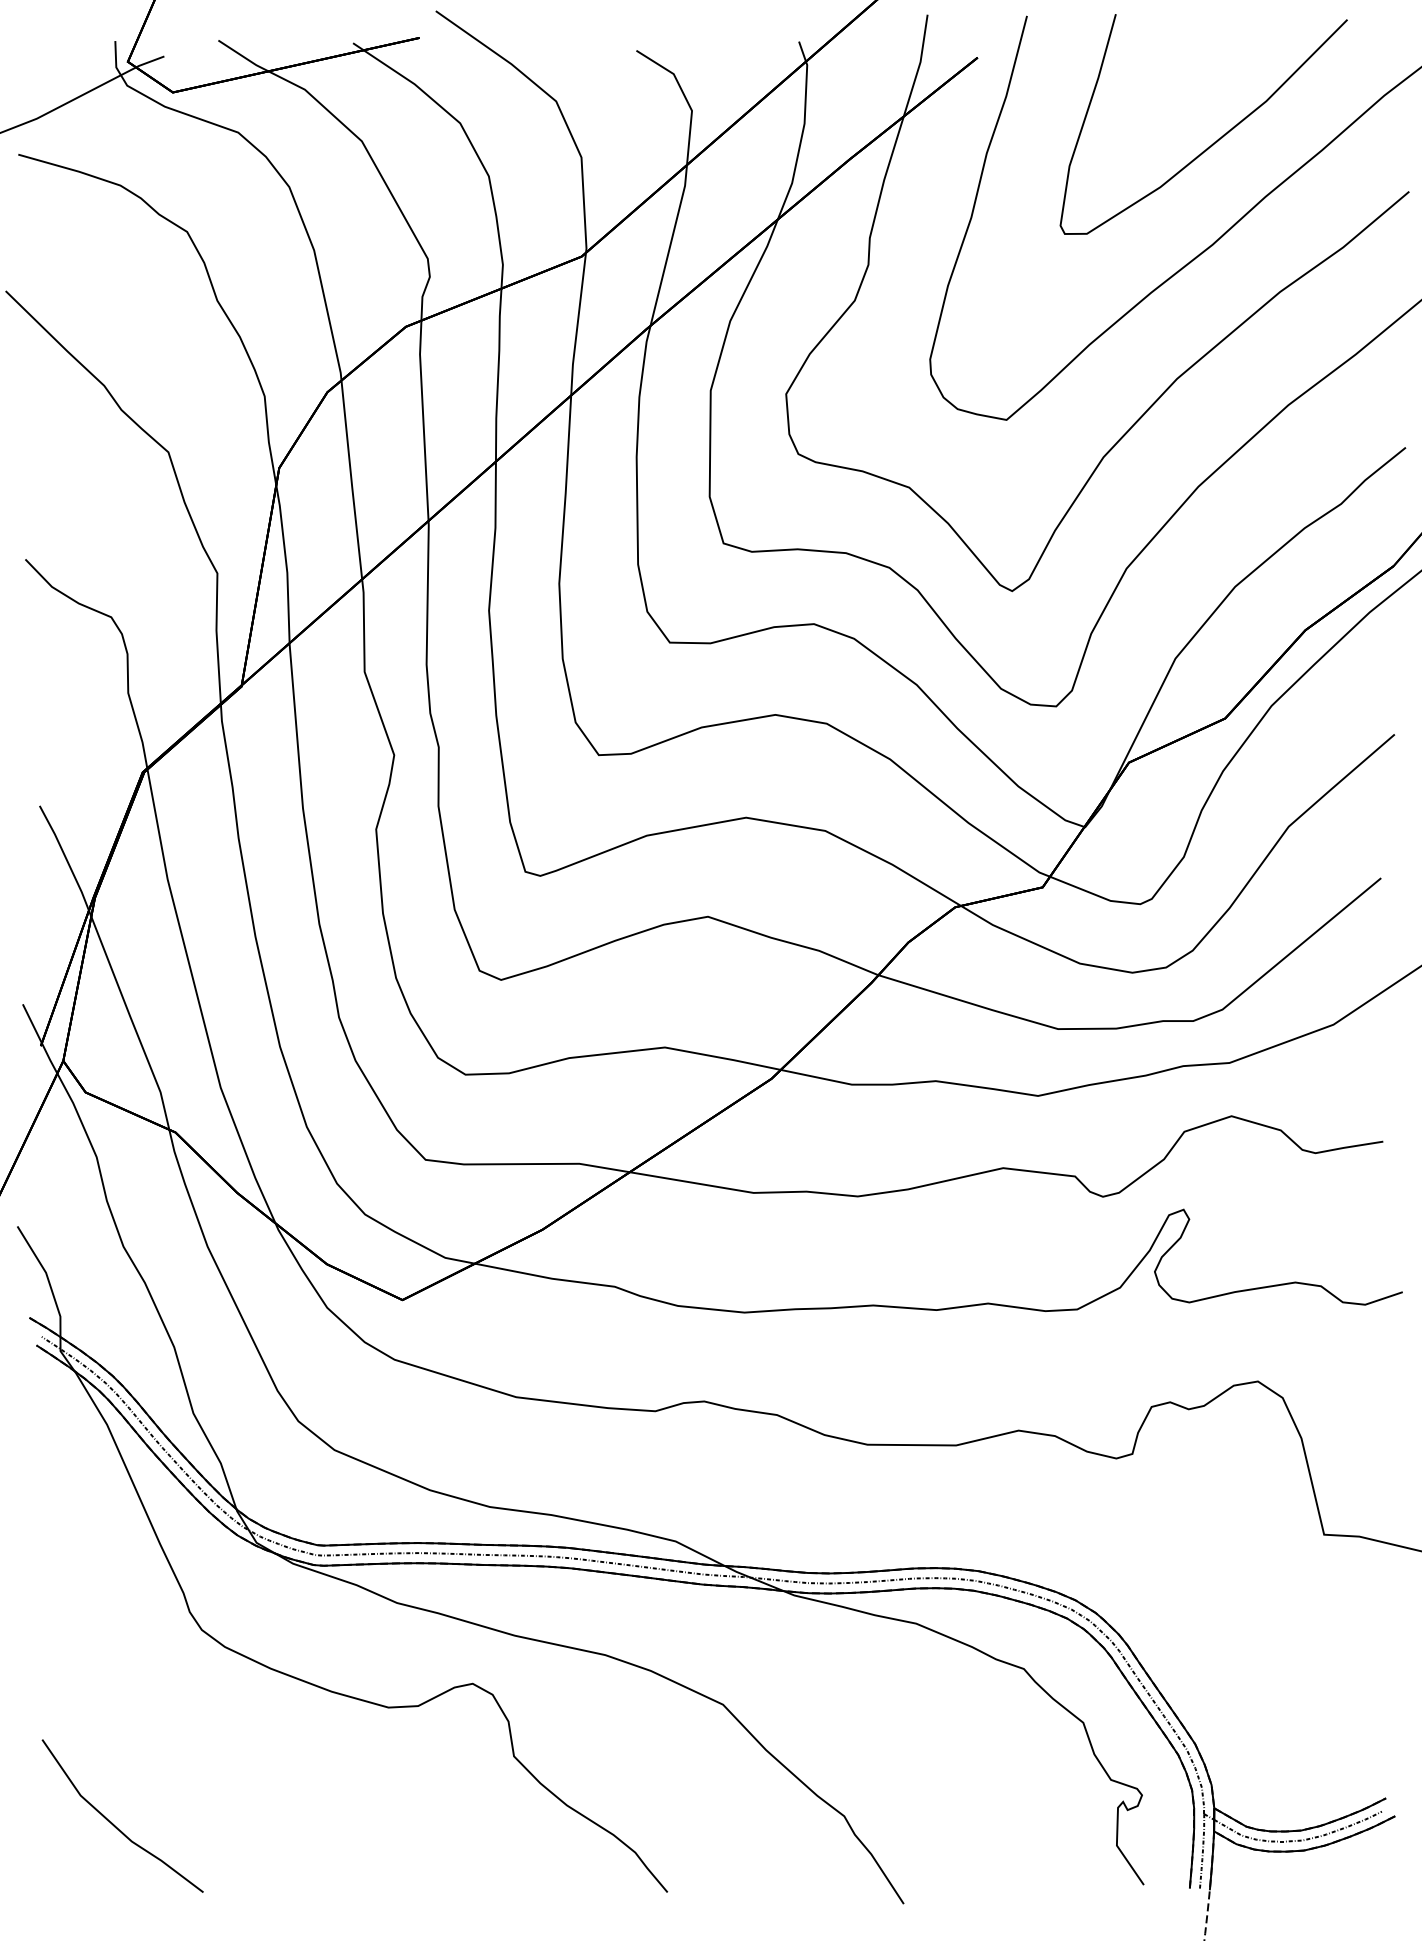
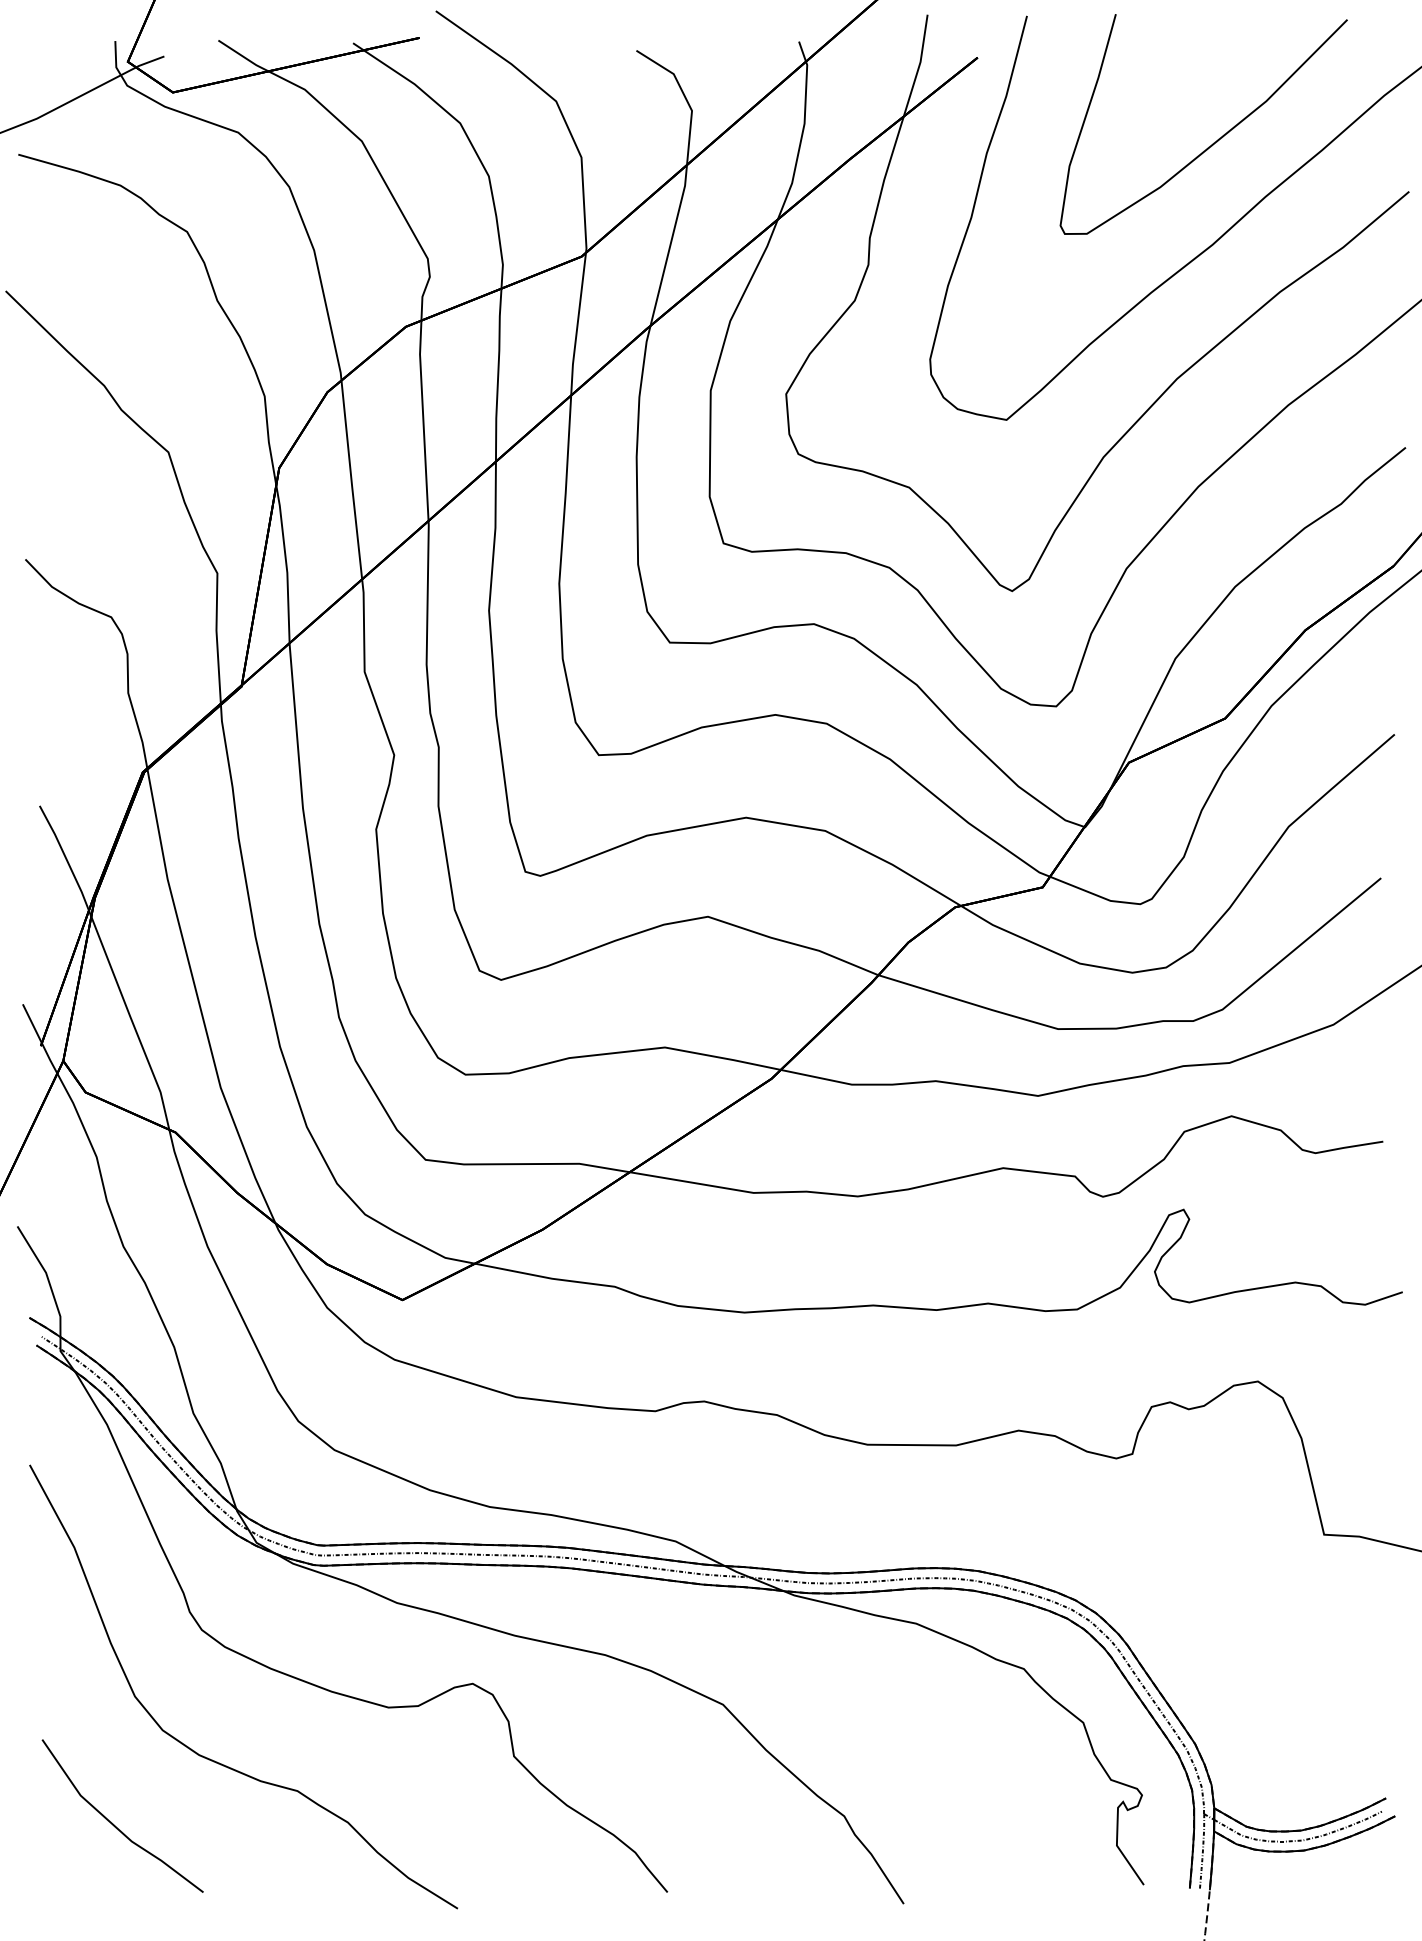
part at (210, 1758): none -> present
